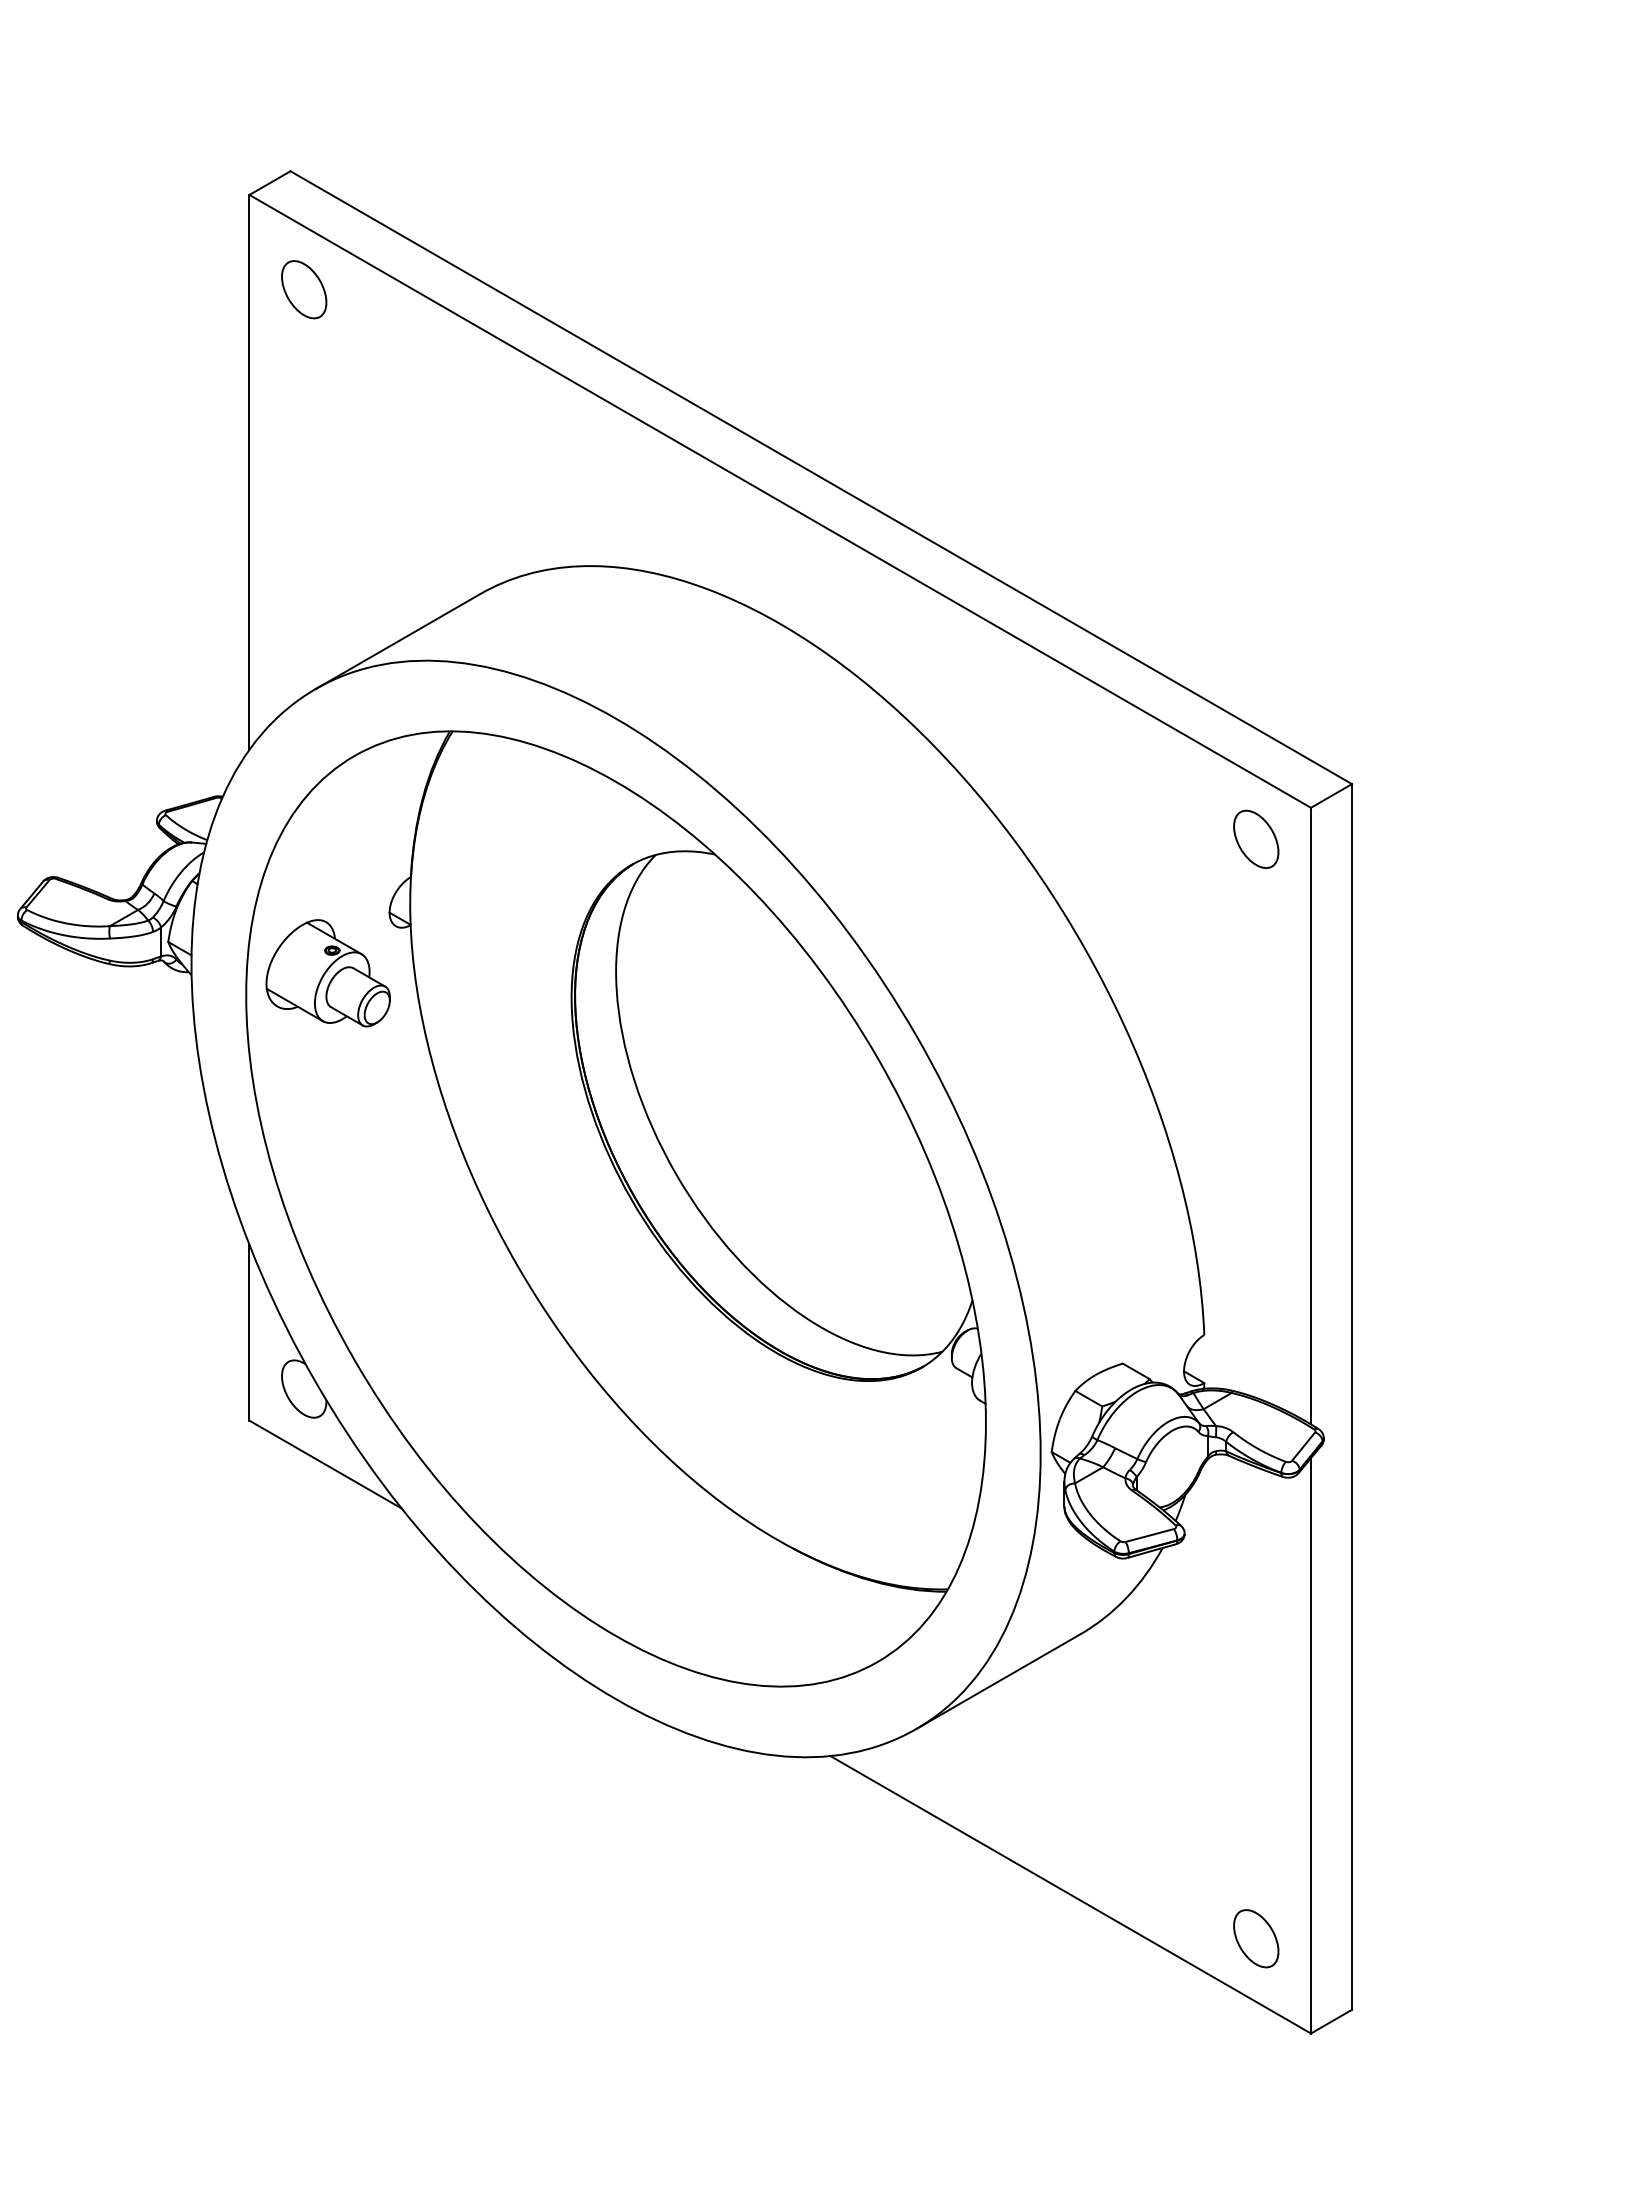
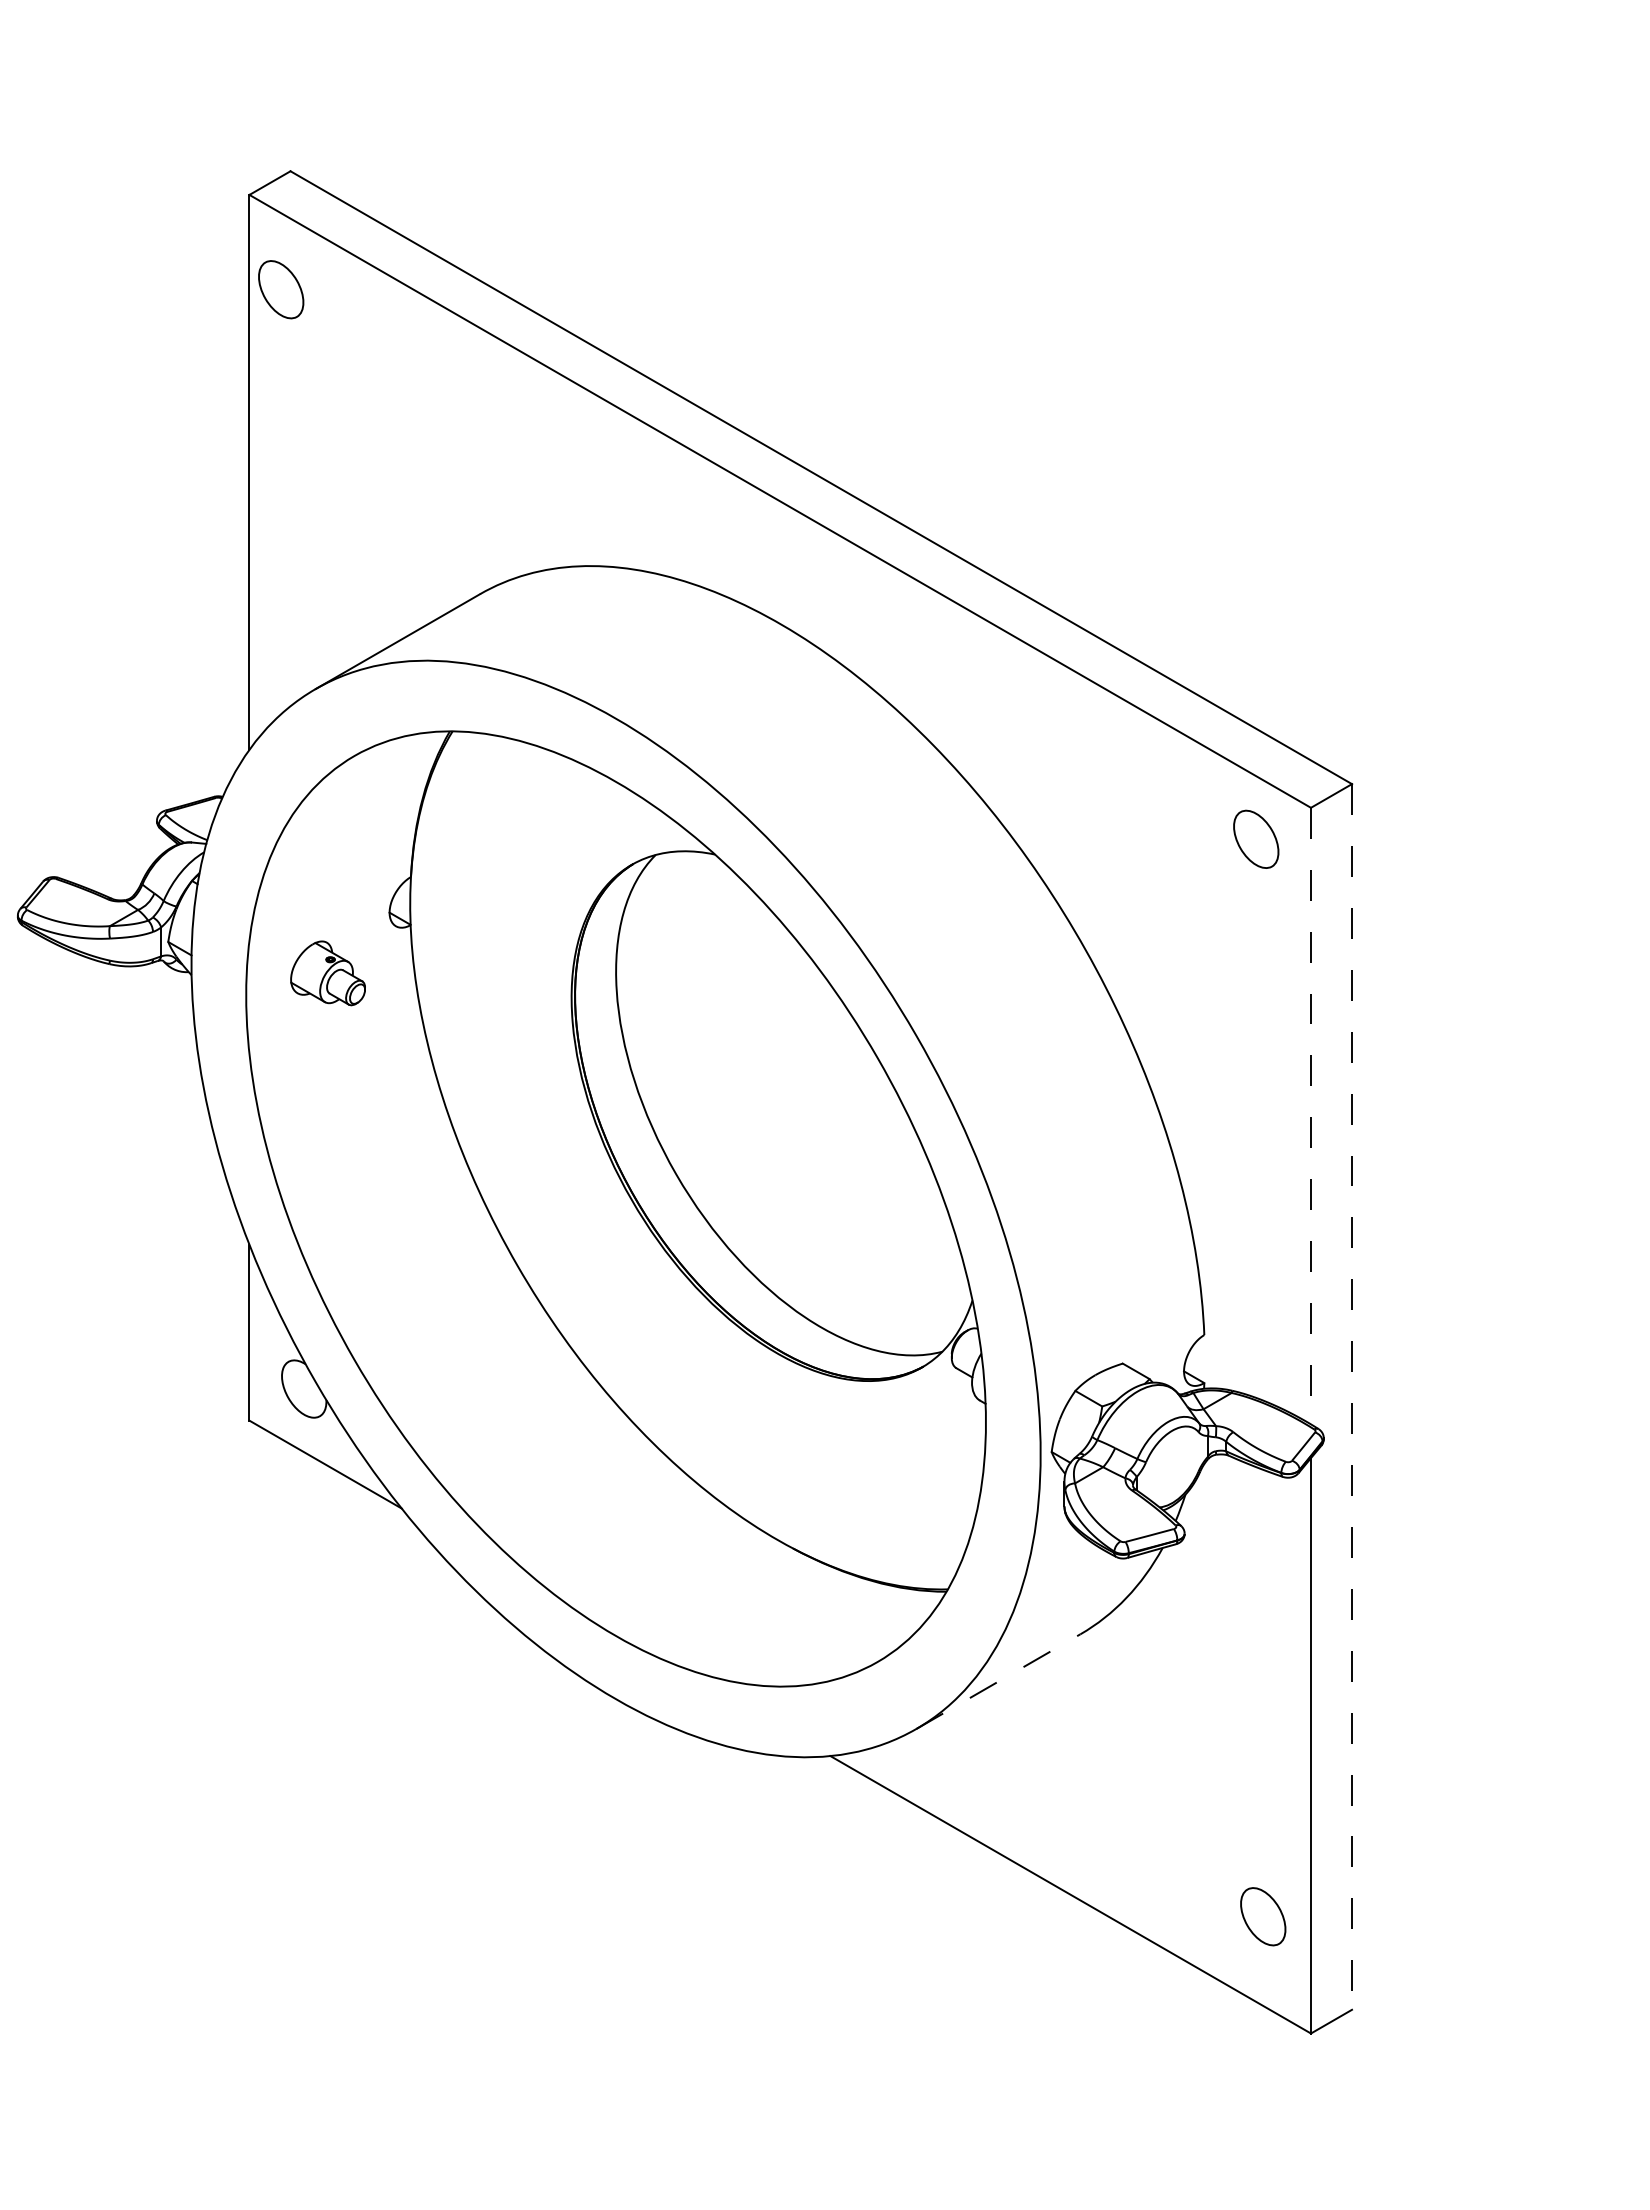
part at (304, 289) position: (304, 289) -> (281, 289)
part at (327, 973) size: 126x109 px -> 76x67 px
line at (1310, 1116): solid -> dashed
line at (1352, 1396): solid -> dashed
line at (998, 1681): solid -> dashed
part at (1256, 1938) position: (1256, 1938) -> (1263, 1916)
